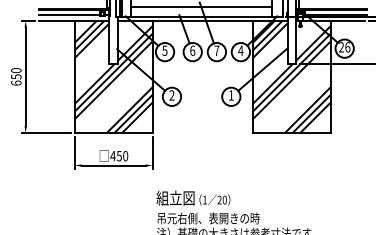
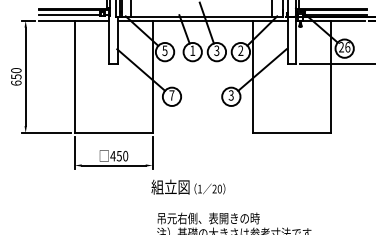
line at (200, 6): present -> none
text at (192, 50): 6 -> 1
text at (216, 50): 7 -> 3
text at (240, 50): 4 -> 2
hatch at (113, 76): present -> none
hatch at (291, 76): present -> none
text at (171, 95): 2 -> 7
text at (230, 95): 1 -> 3
text at (193, 197) position: (193, 197) -> (188, 186)
